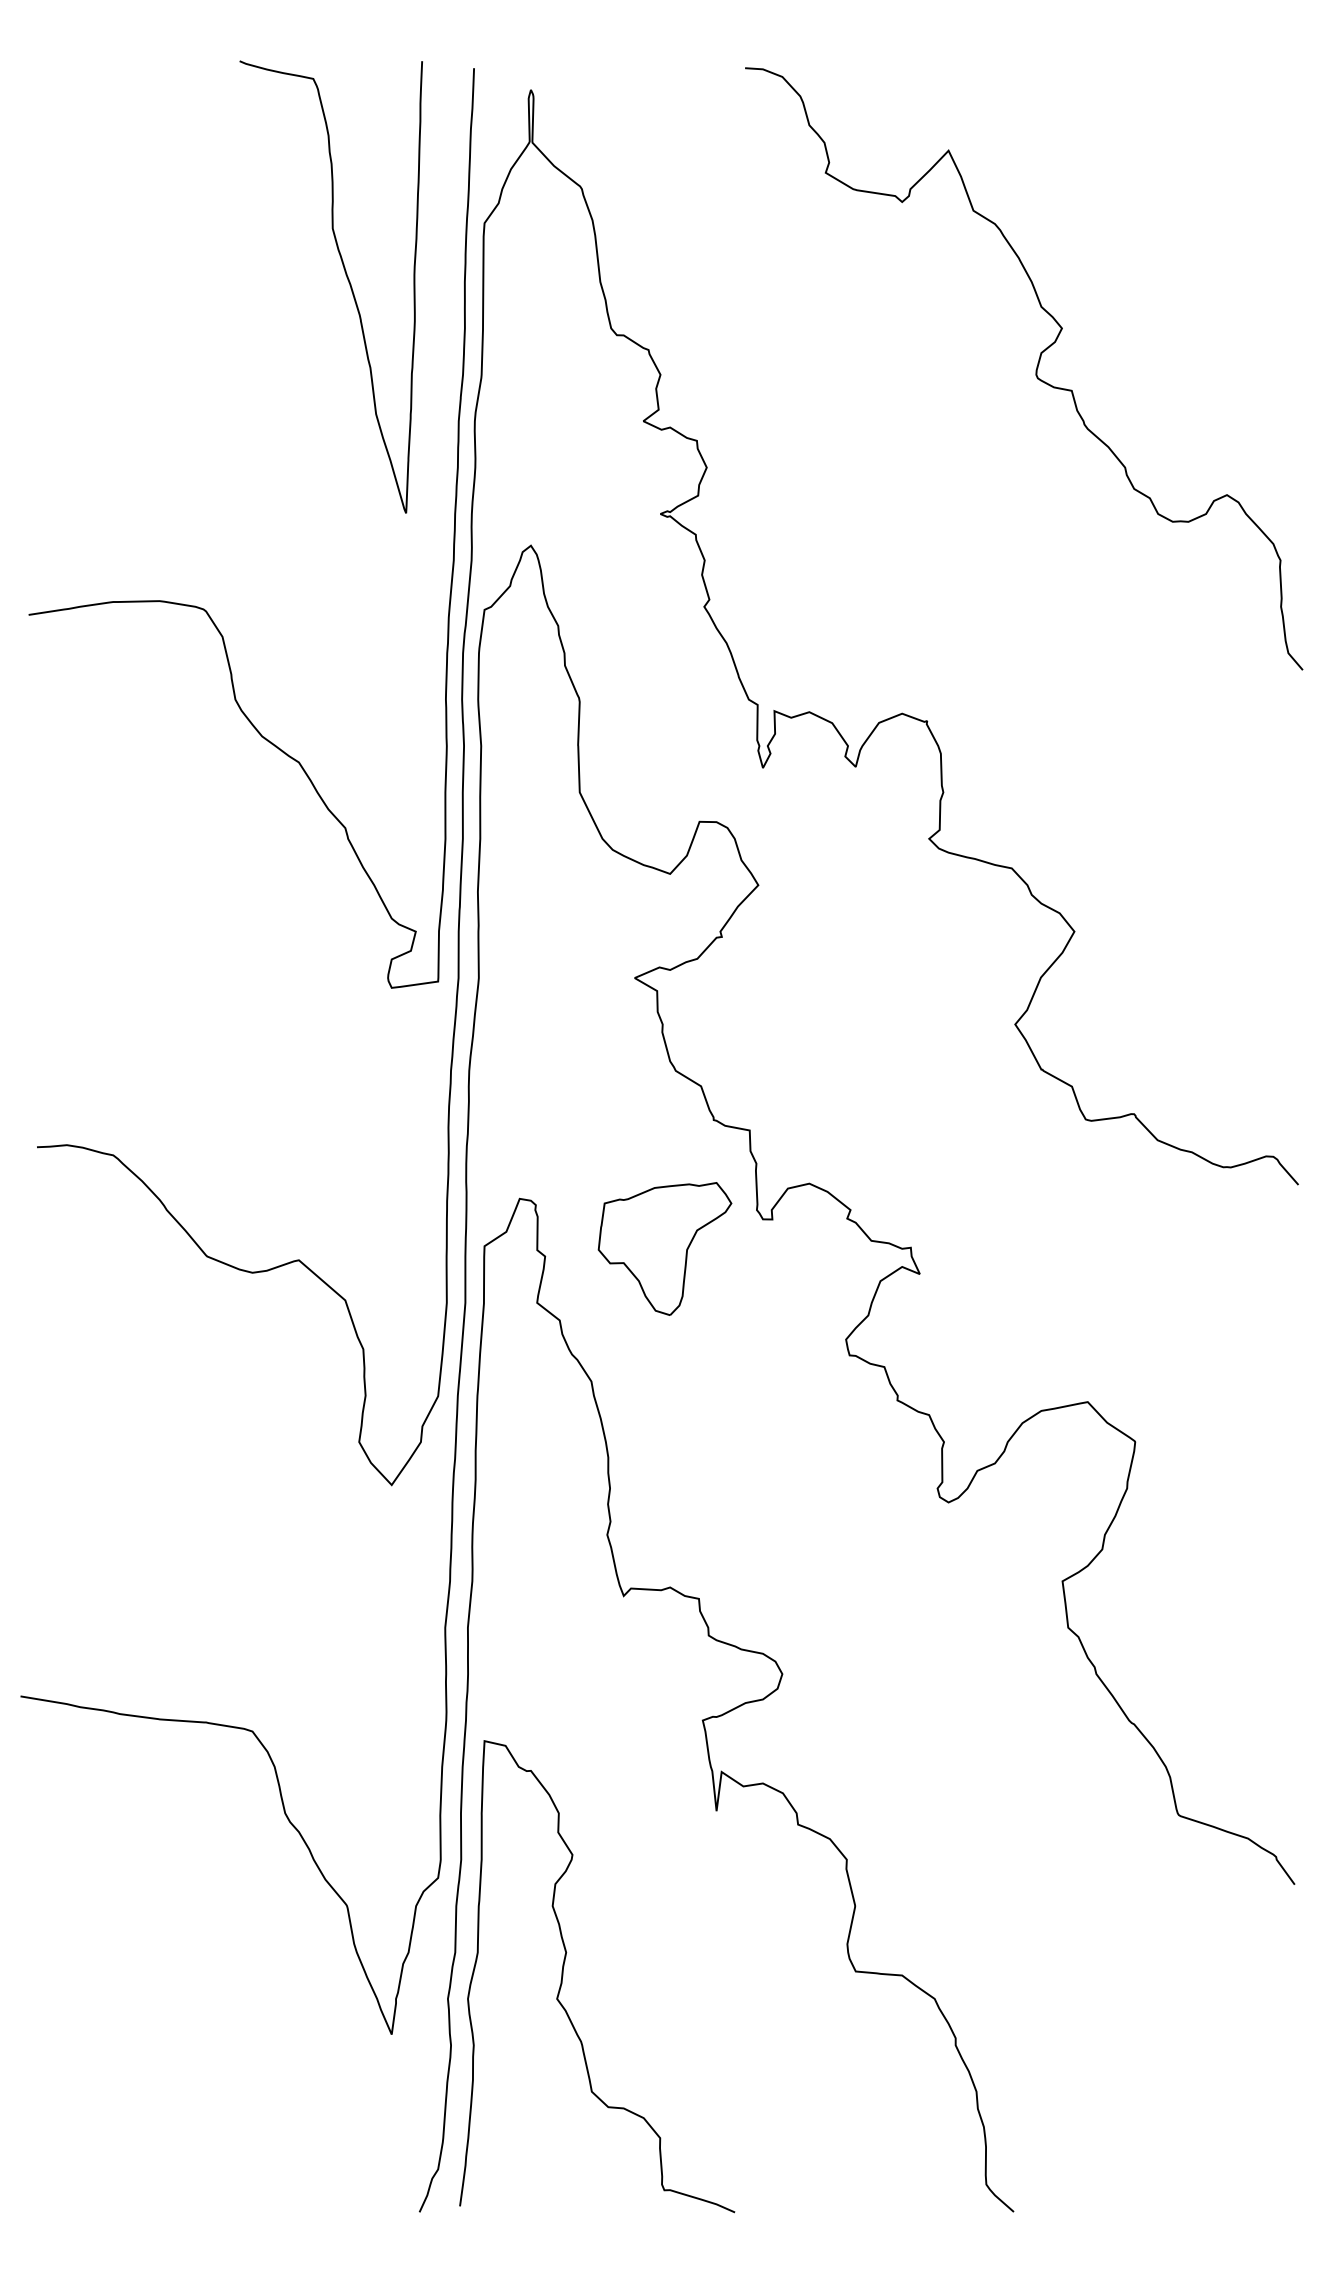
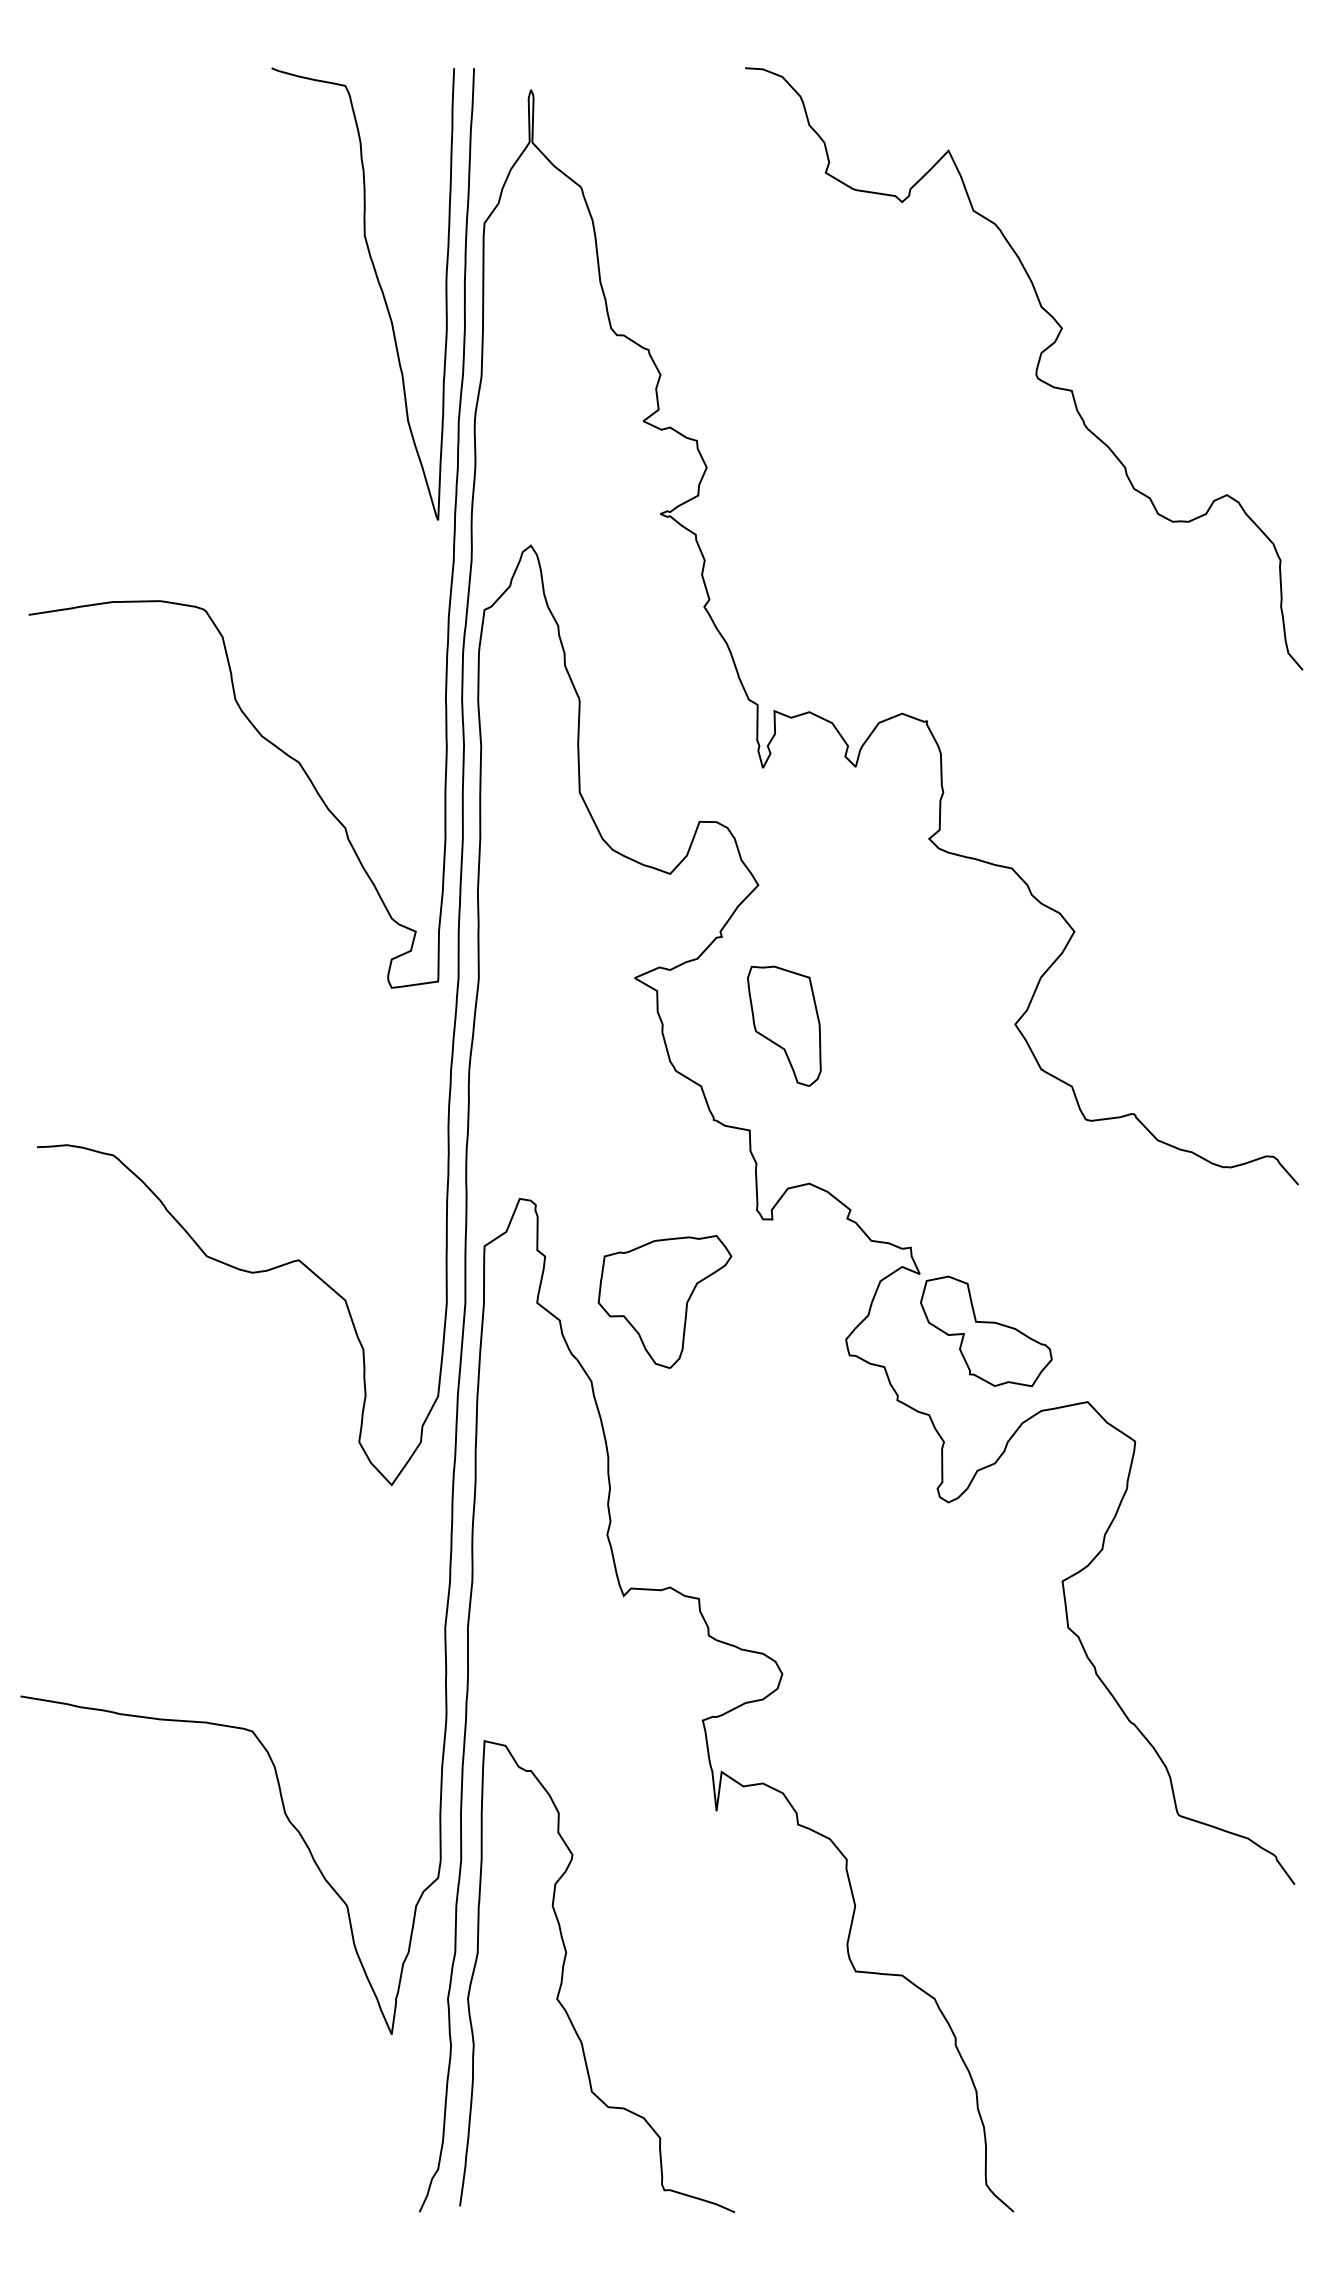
curve at (347, 280) position: (347, 280) -> (379, 287)
part at (784, 1025): none -> present
part at (664, 1248) position: (664, 1248) -> (664, 1301)
part at (986, 1331): none -> present
